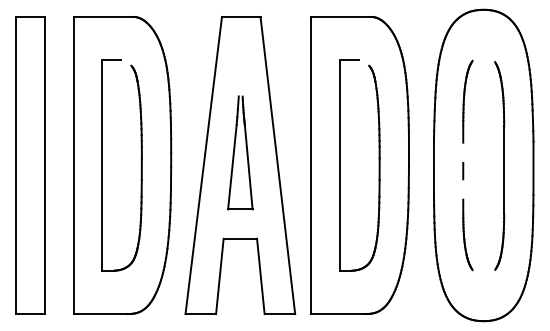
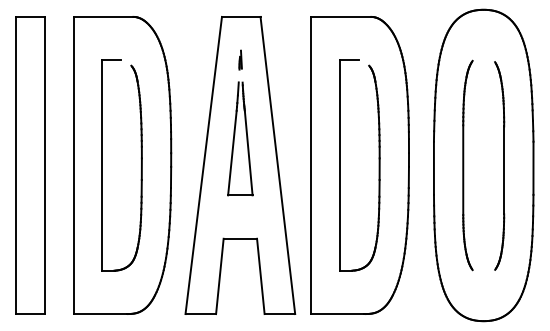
line at (240, 59): none -> present
part at (240, 152) position: (240, 152) -> (240, 138)
line at (463, 170): dashed -> solid
